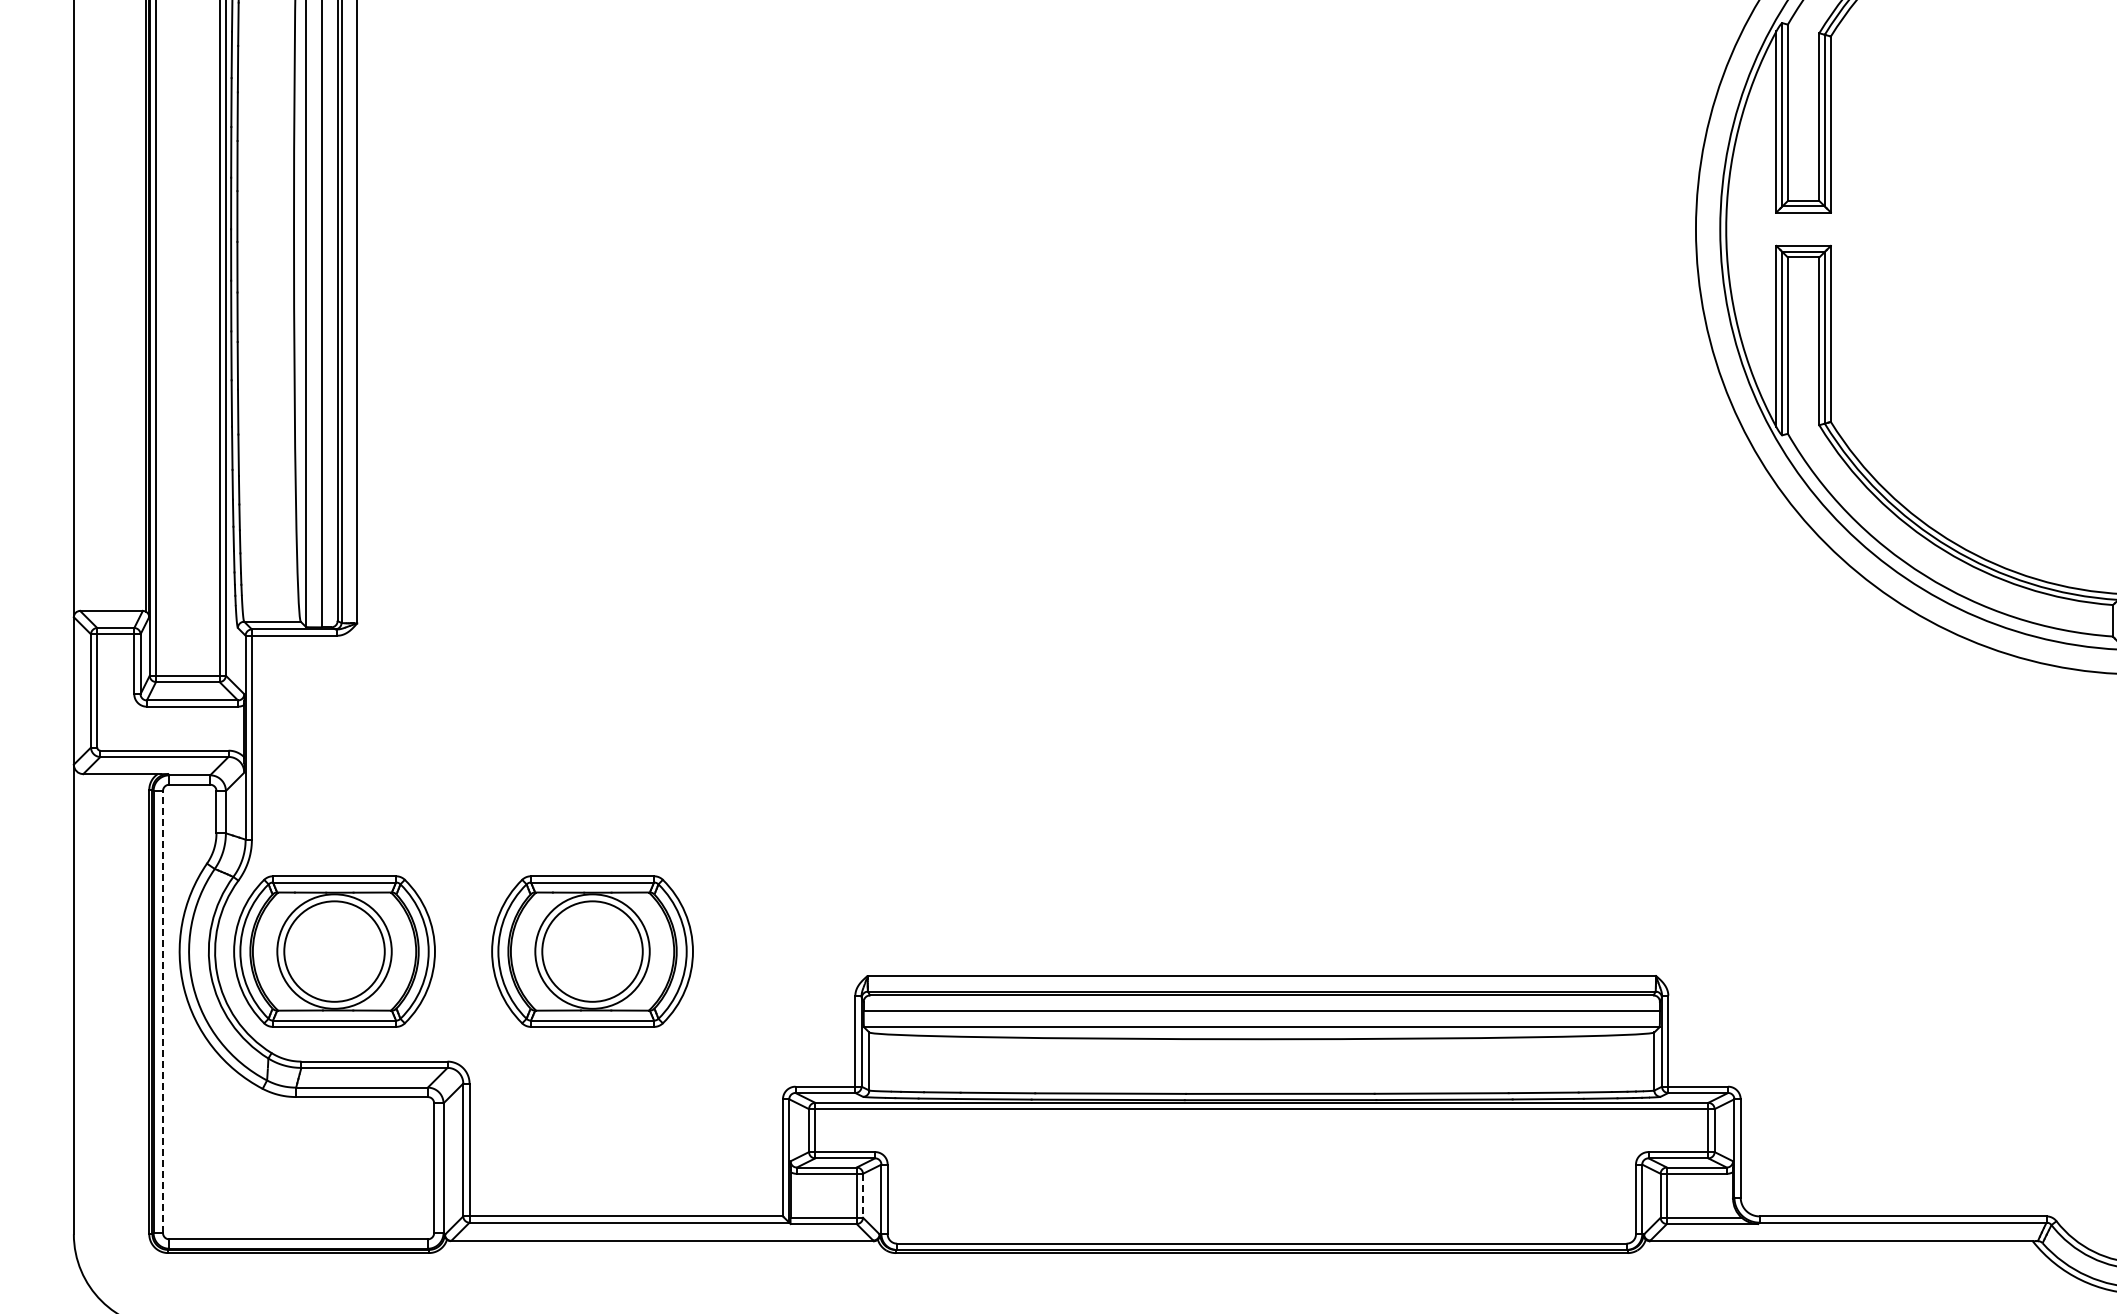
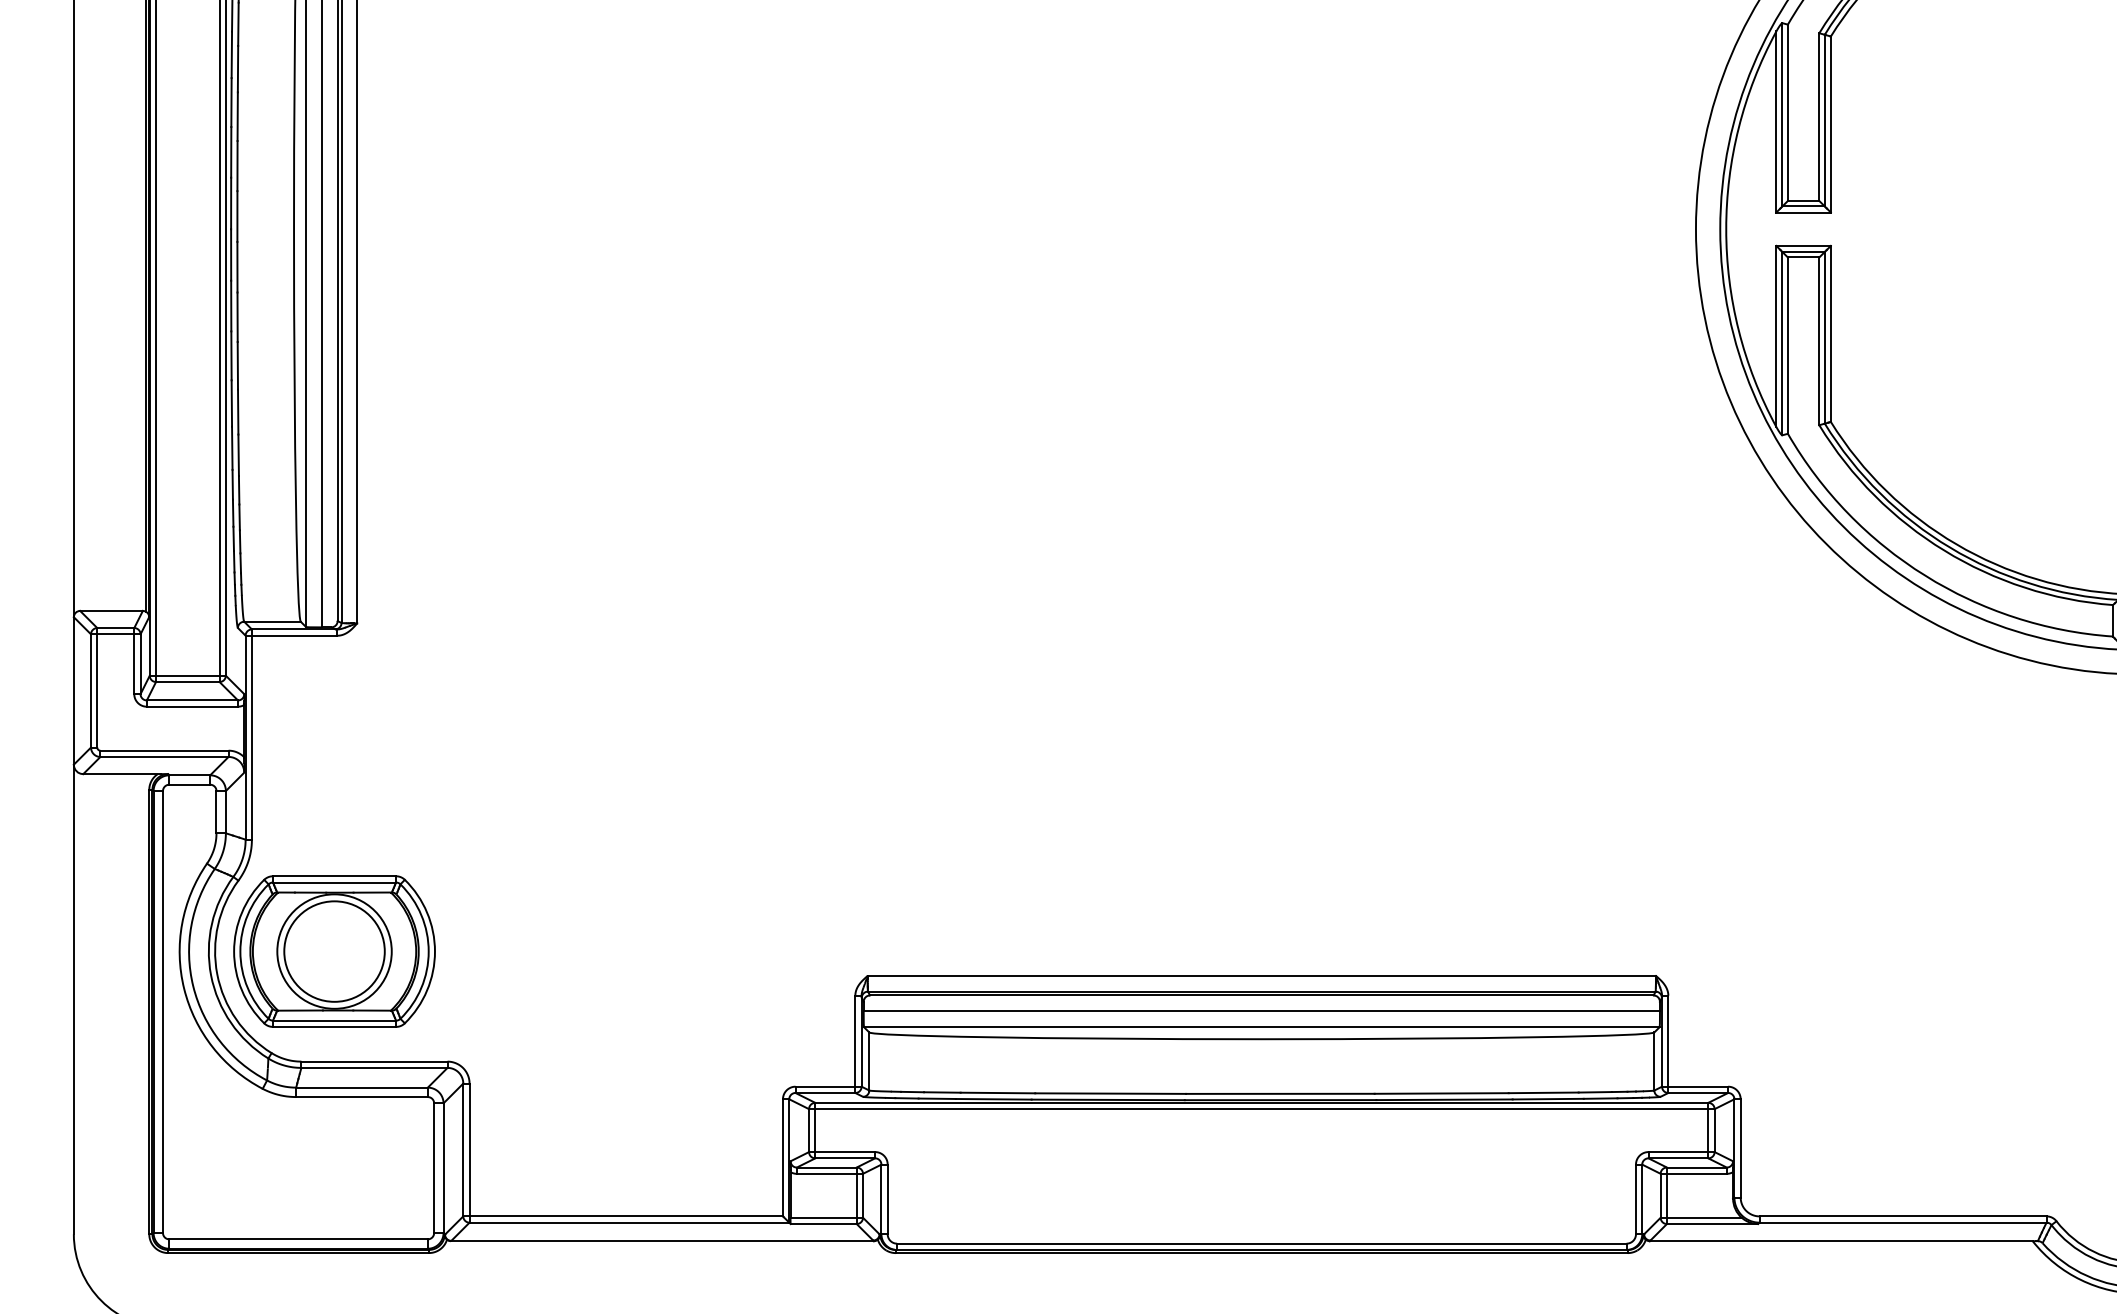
part at (592, 951): present -> none
line at (163, 1011): dashed -> solid
line at (863, 1195): dashed -> solid
